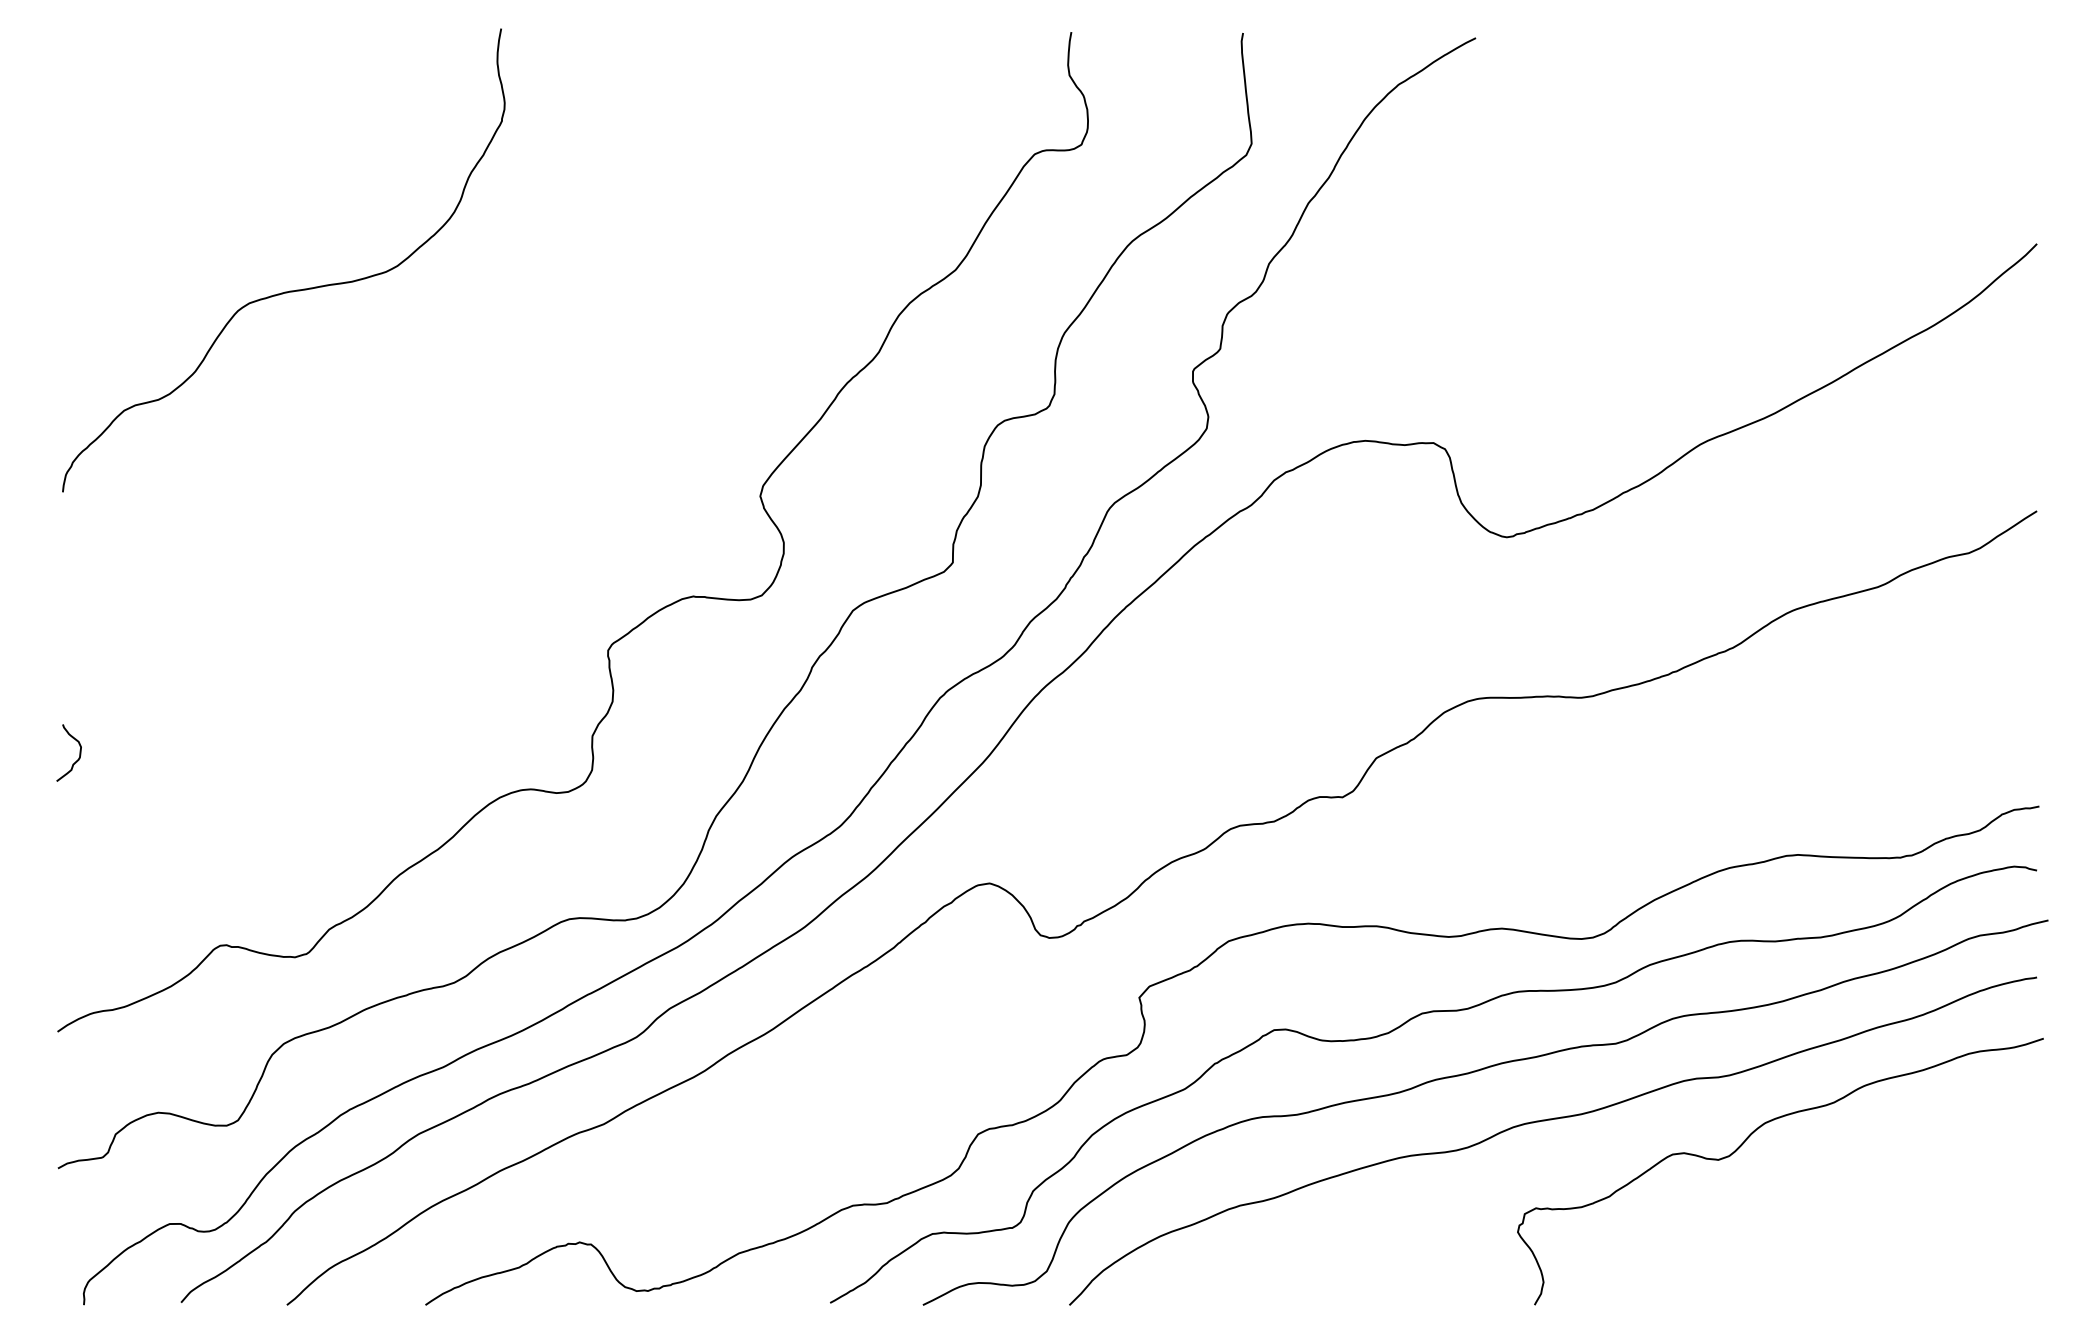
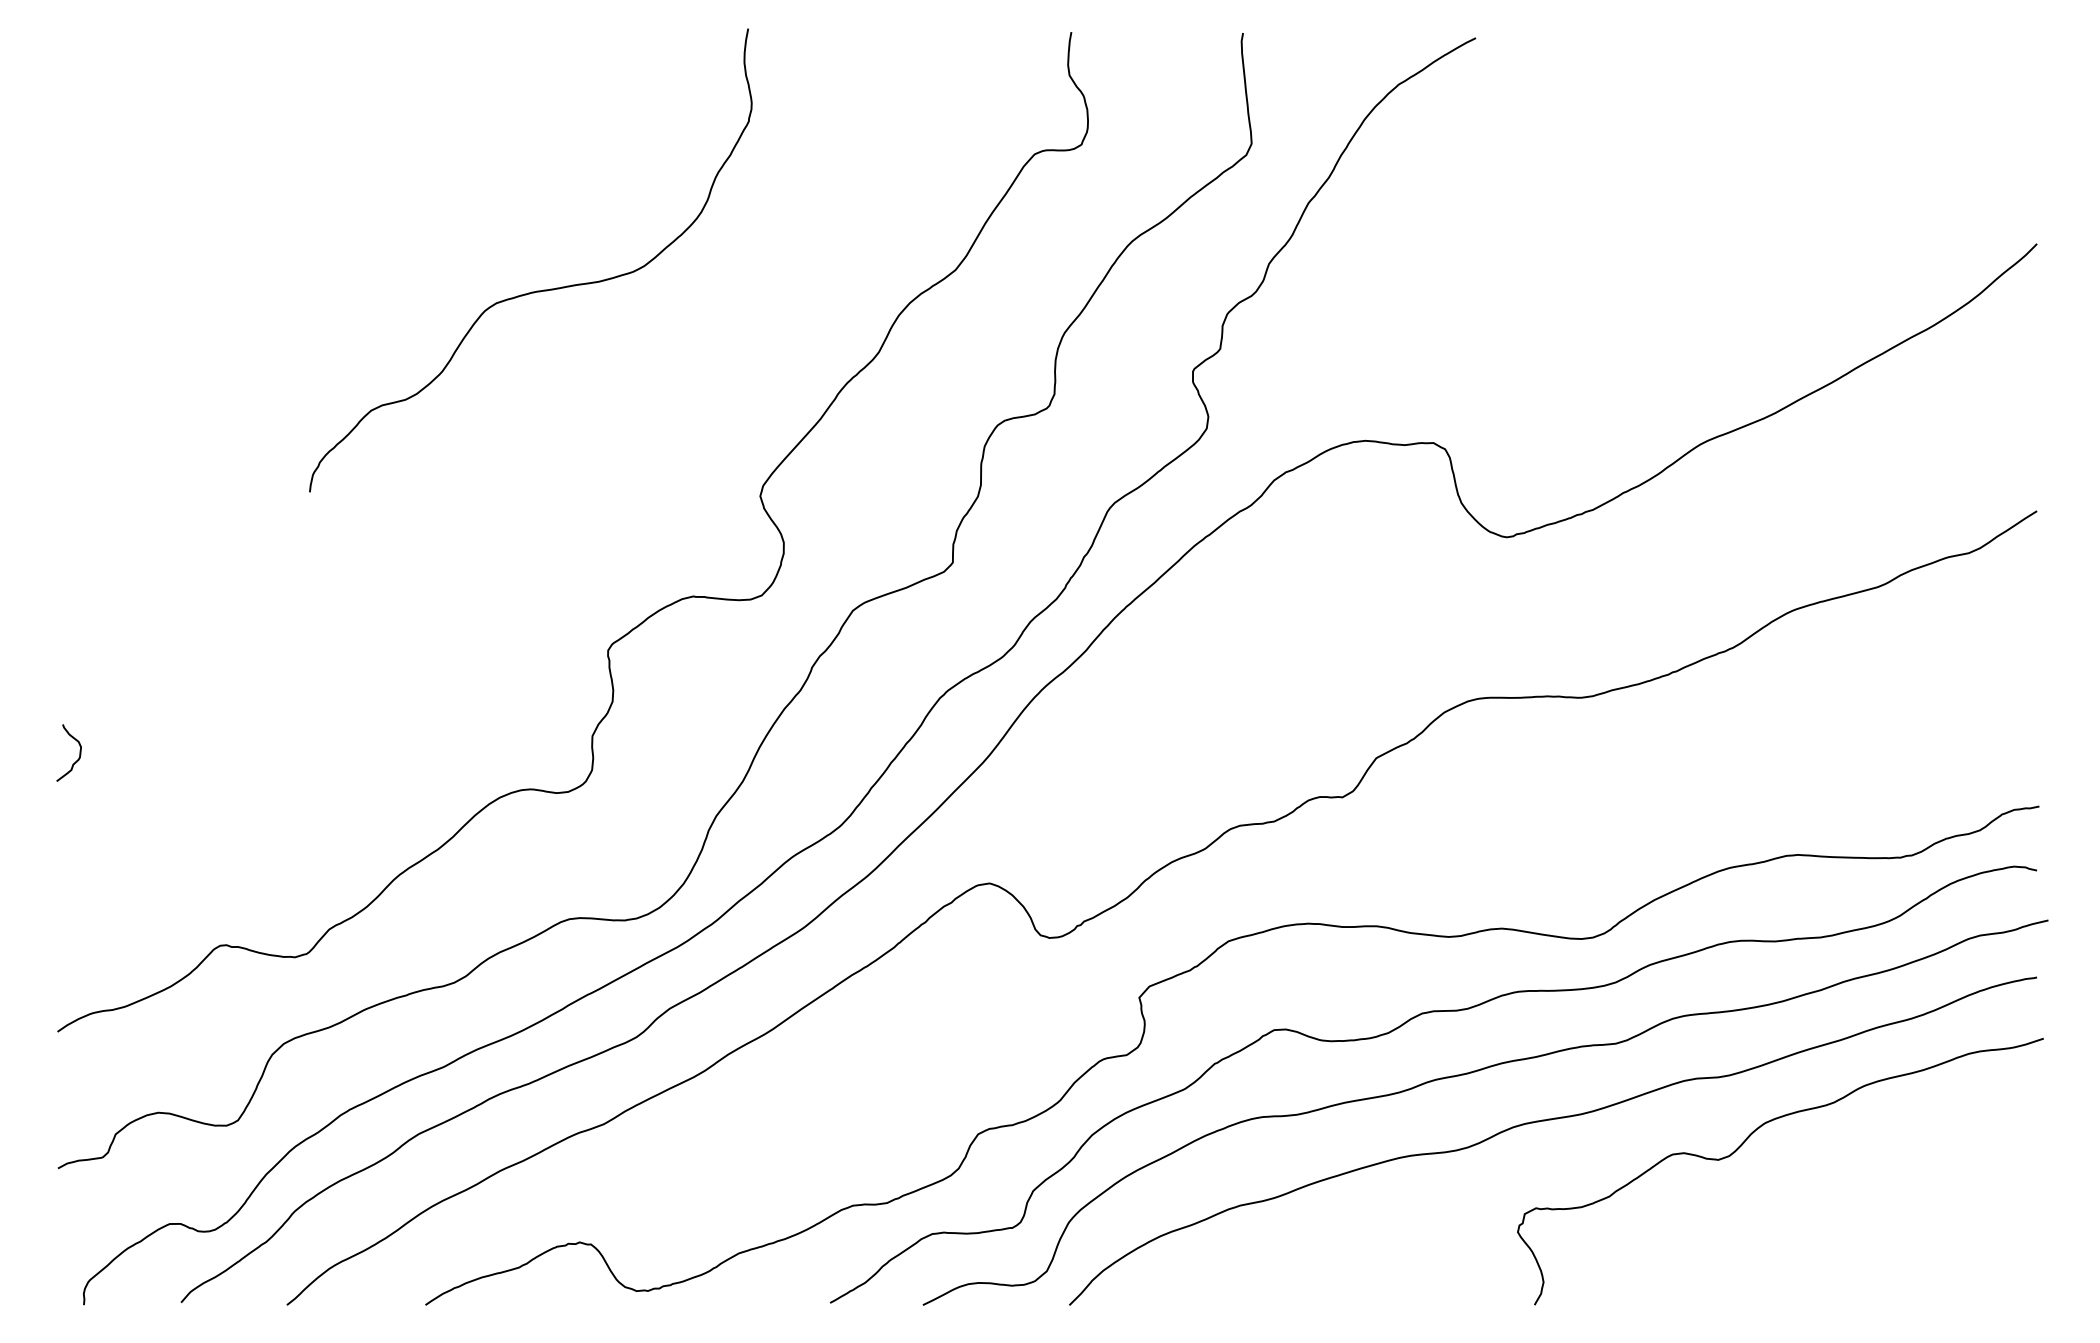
curve at (289, 290) position: (289, 290) -> (536, 290)
